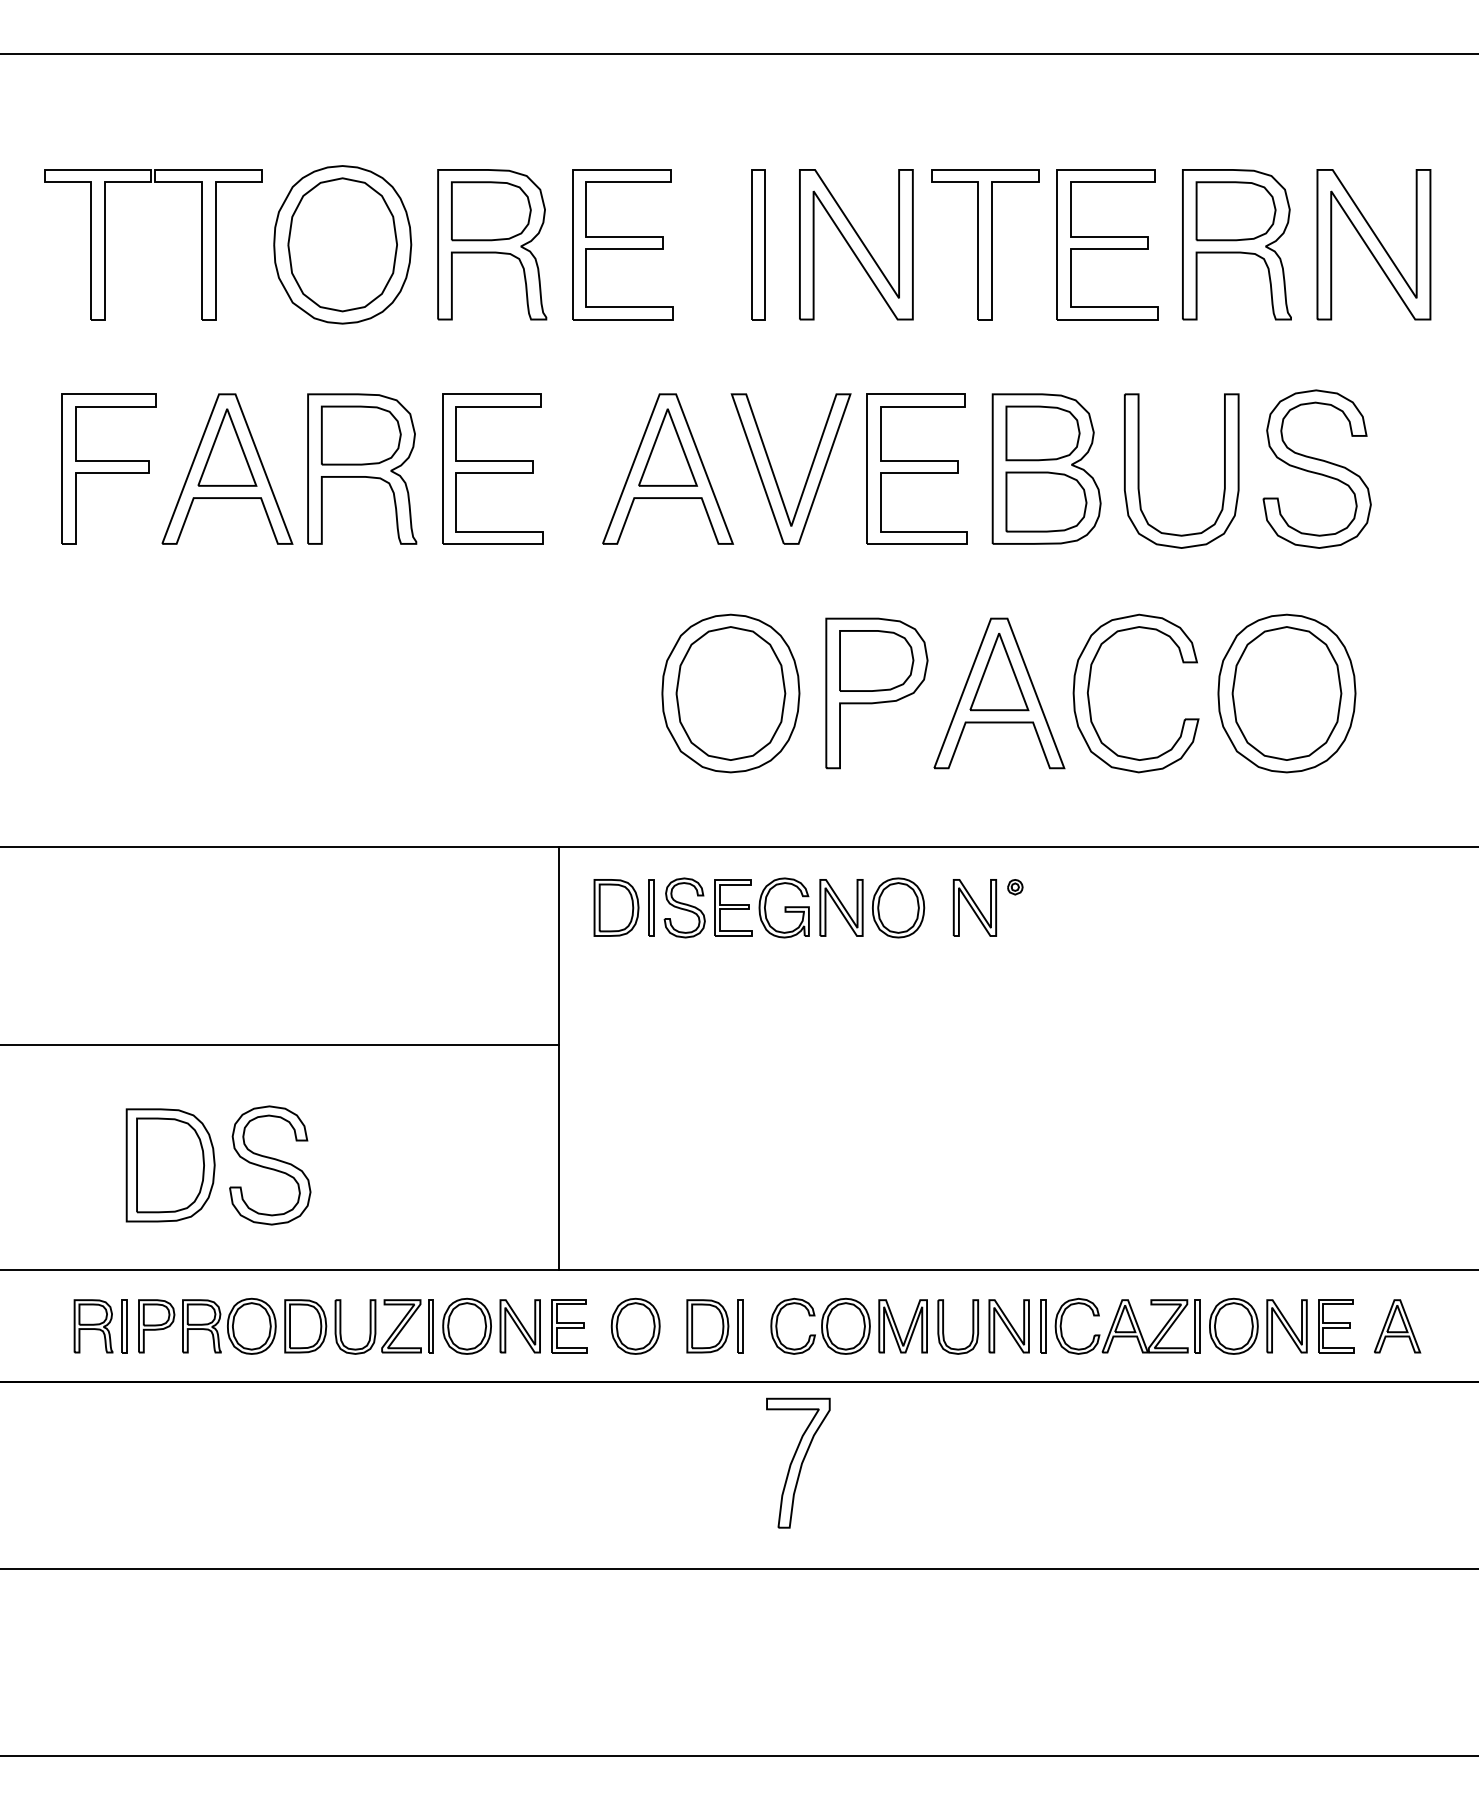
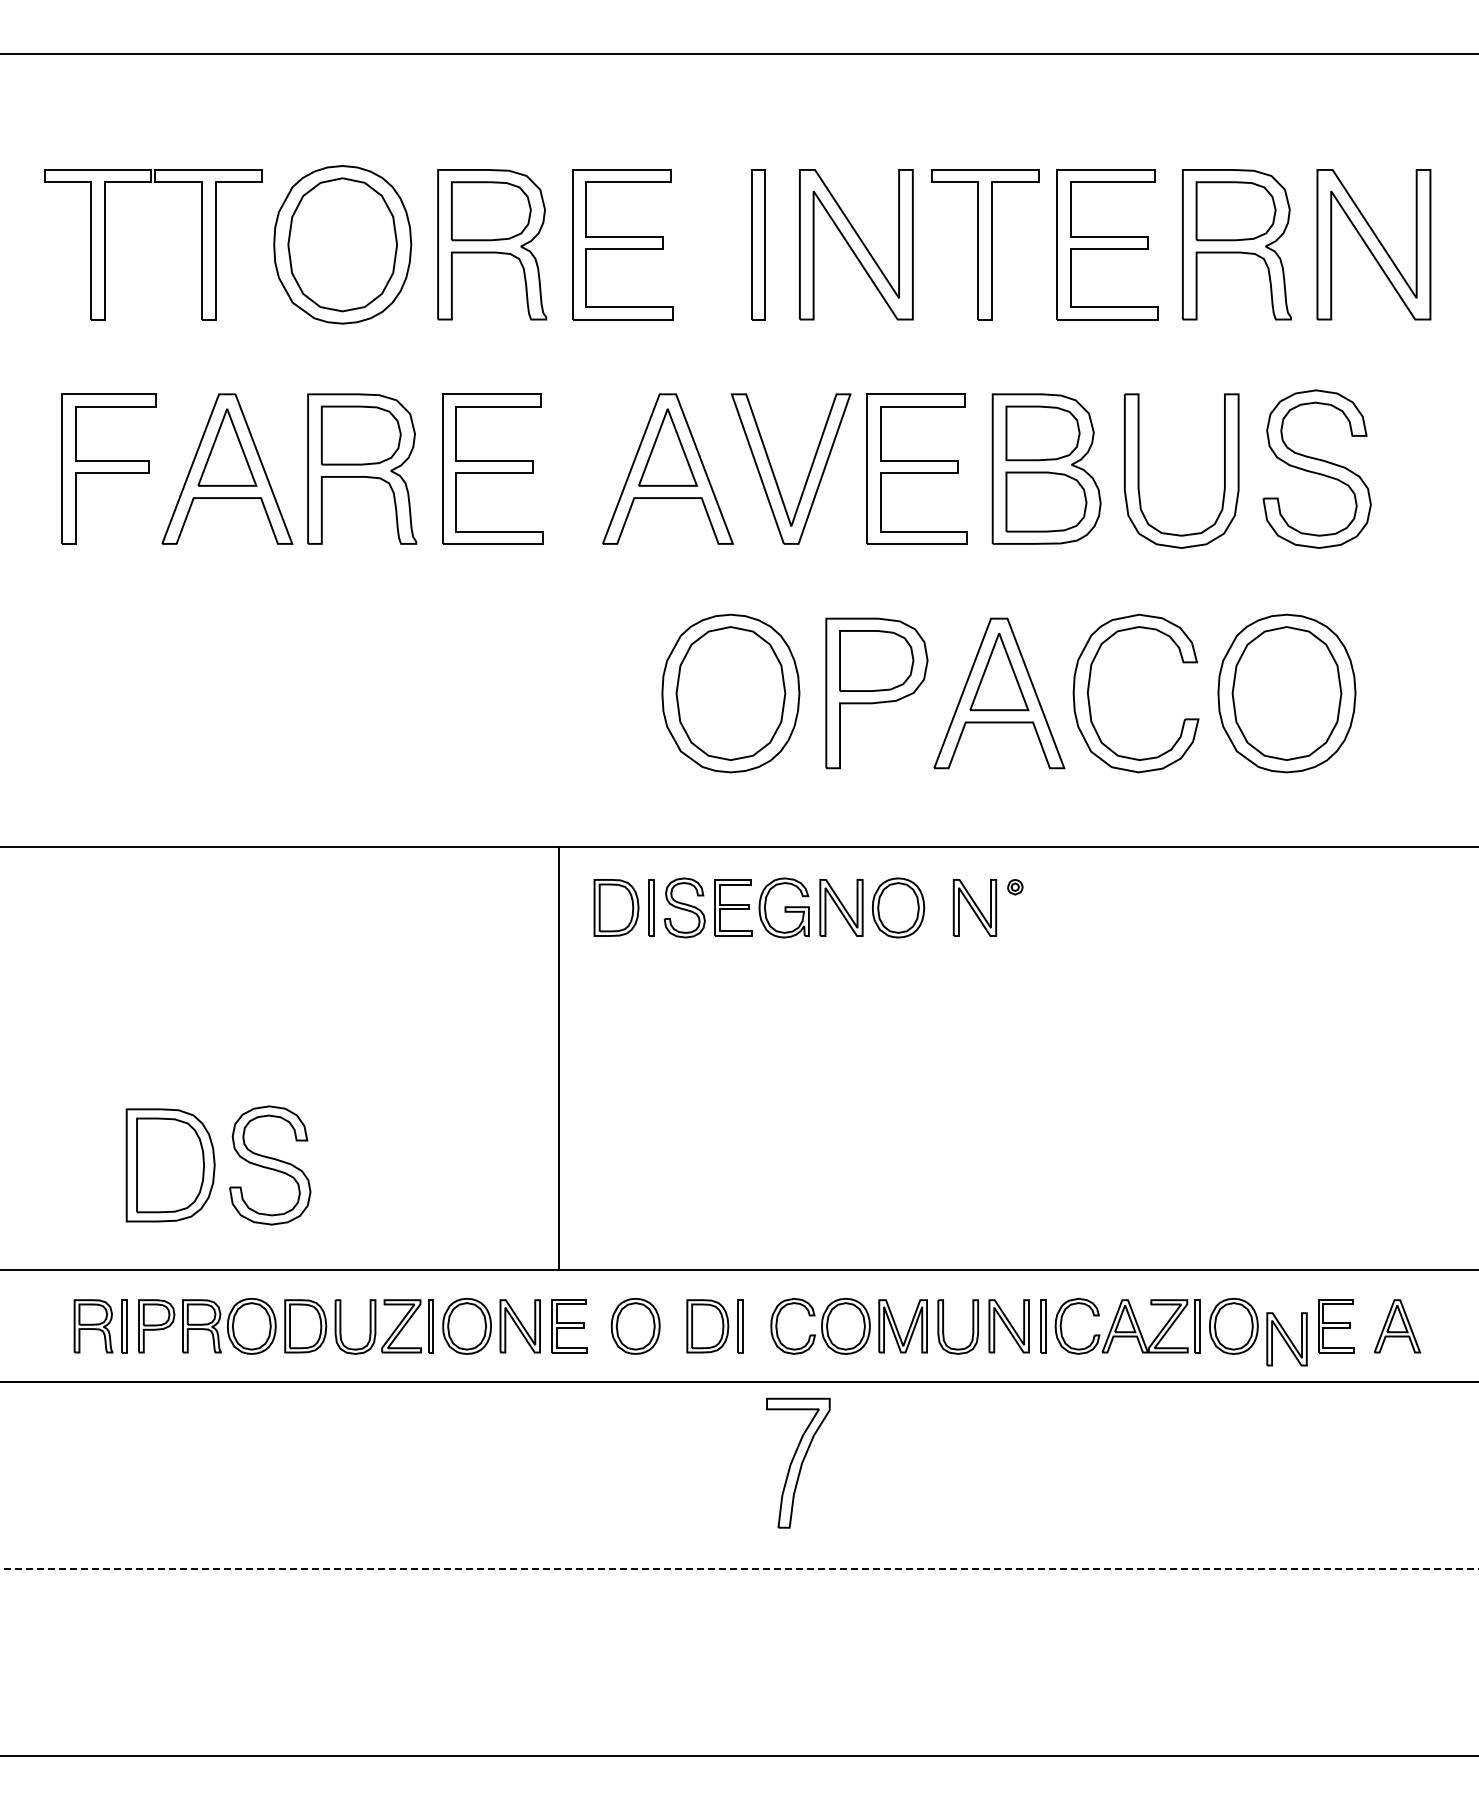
line at (280, 1045): present -> none
part at (1286, 1326) position: (1286, 1326) -> (1286, 1339)
line at (739, 1568): solid -> dashed
